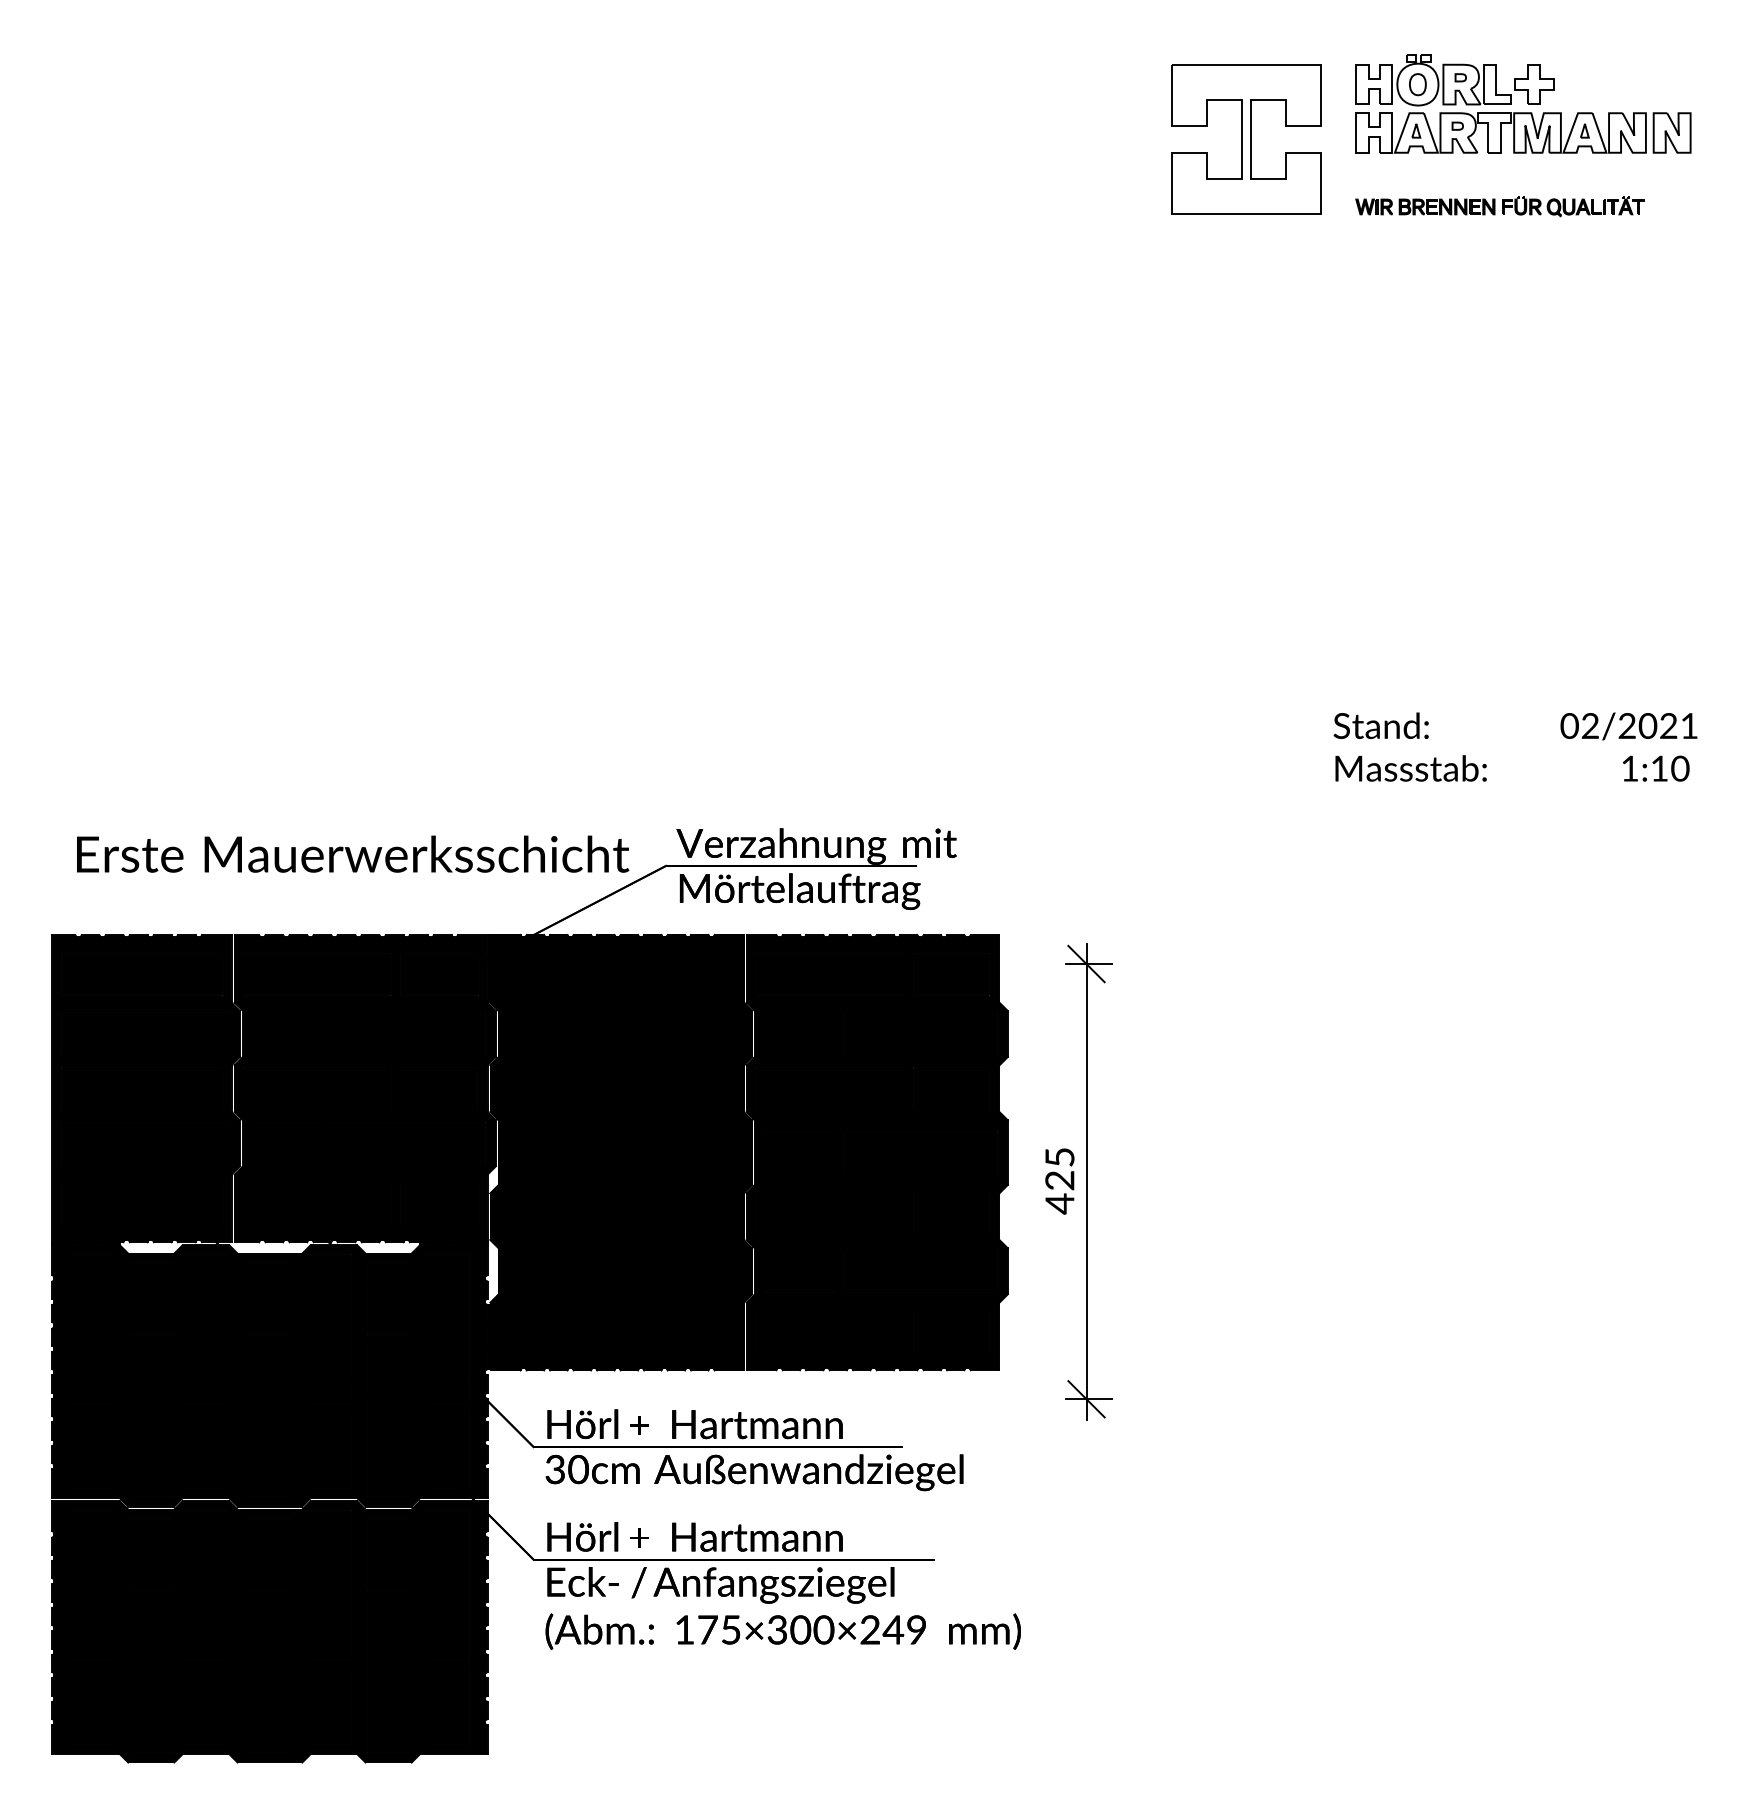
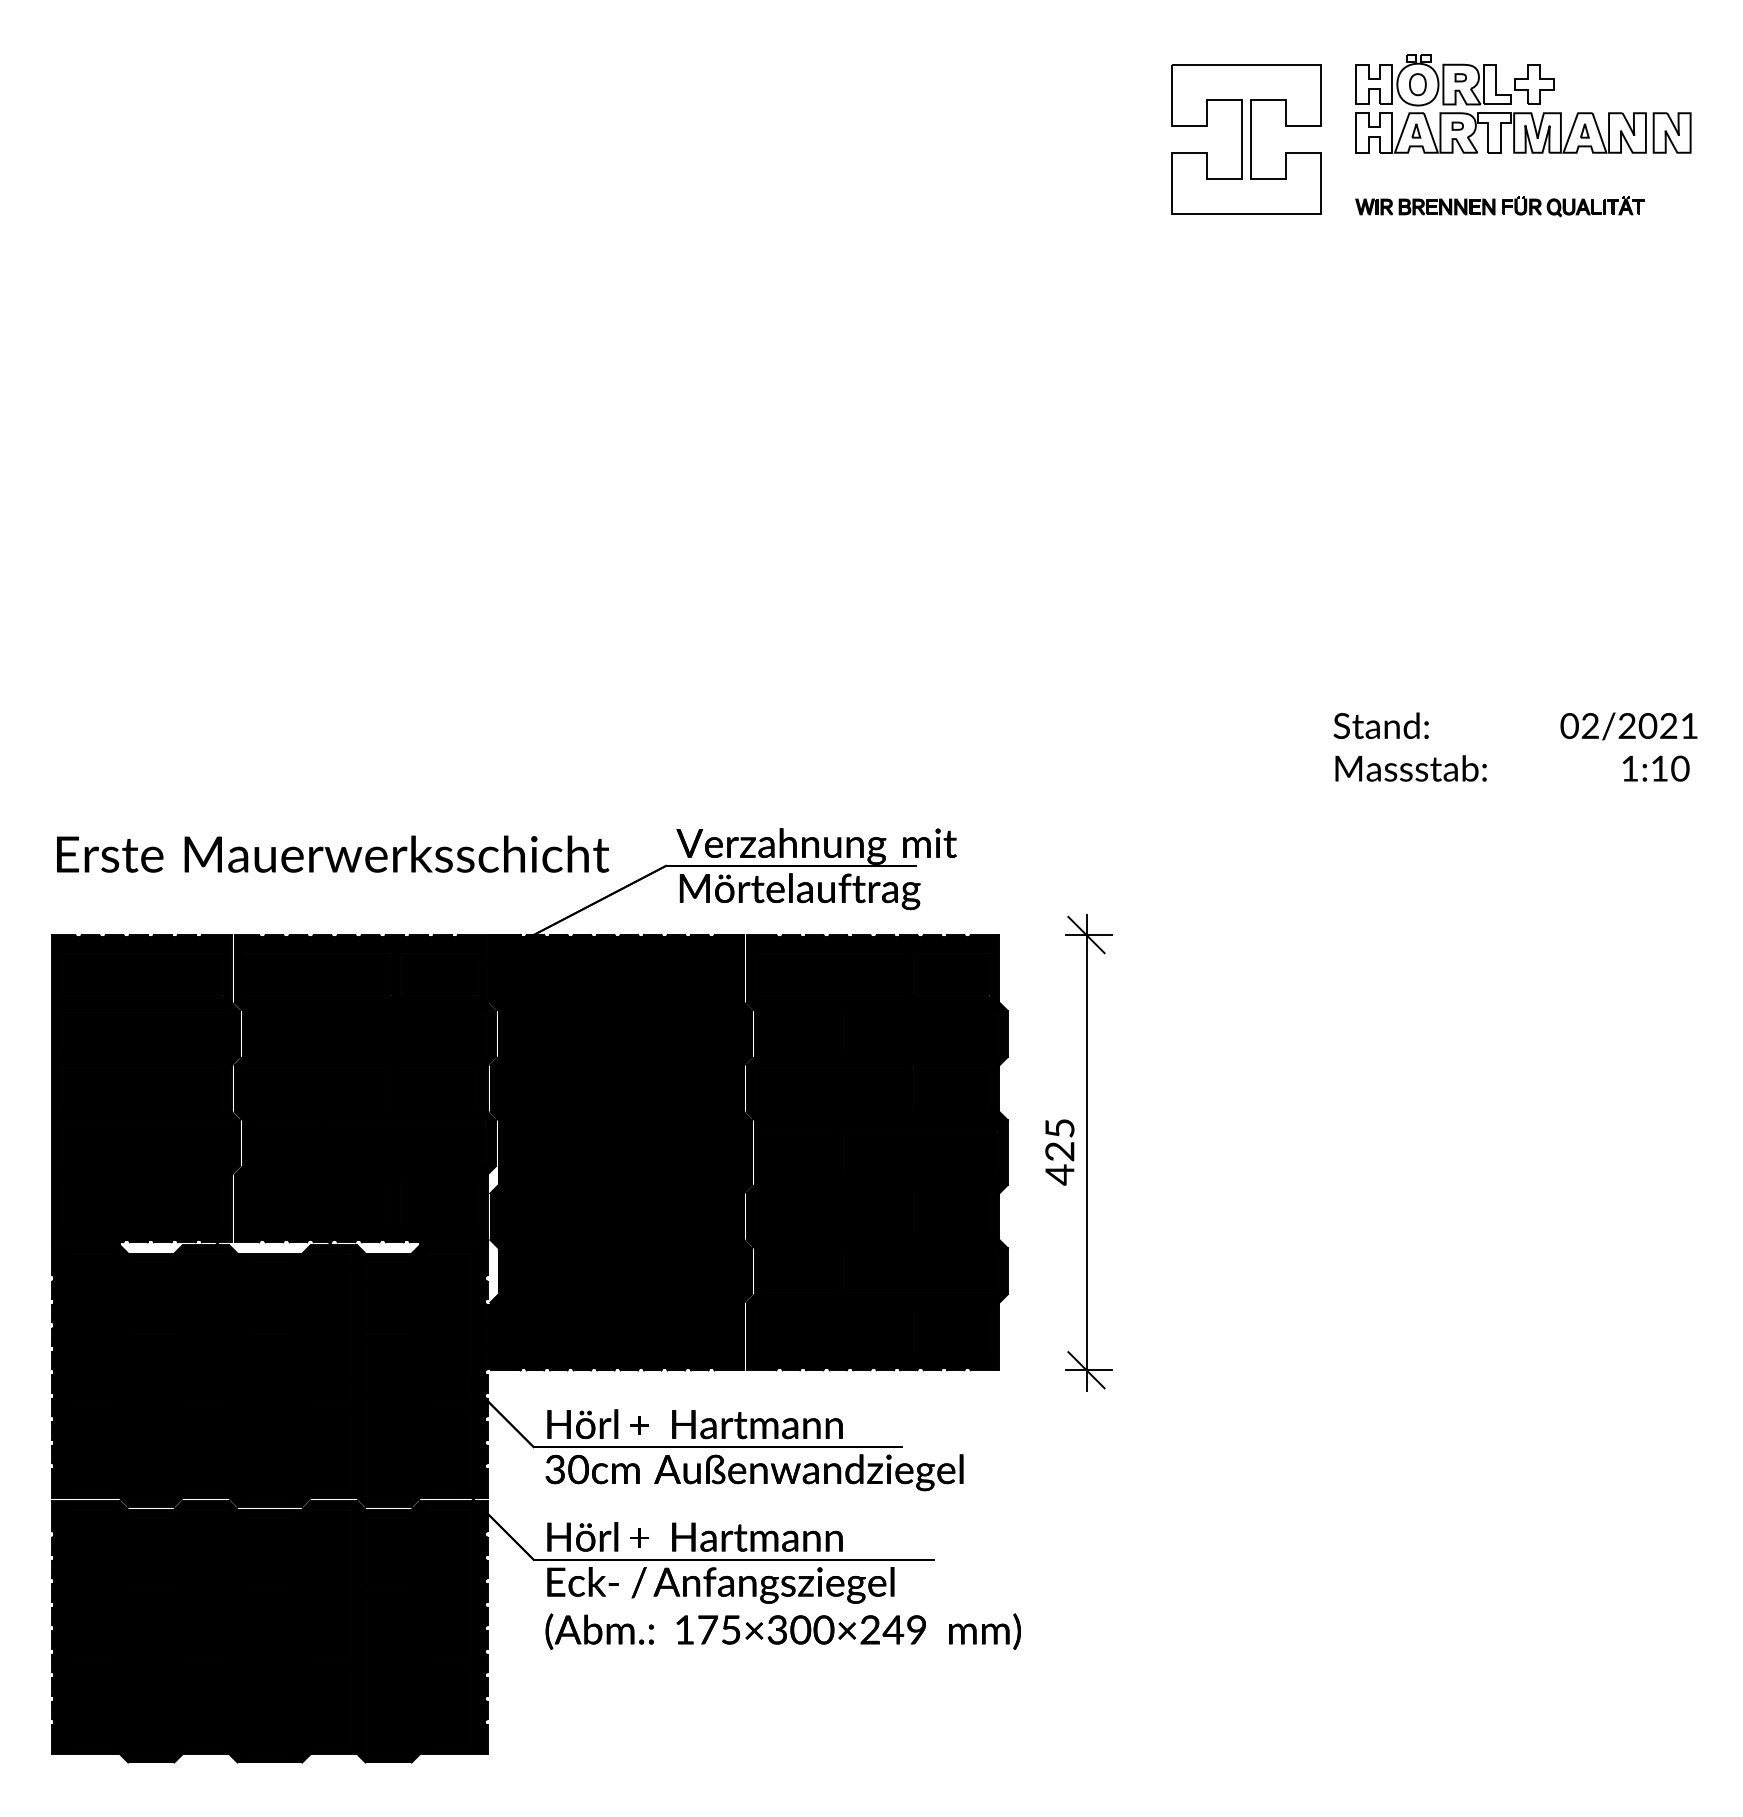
text at (353, 853) position: (353, 853) -> (333, 853)
part at (1078, 1181) position: (1078, 1181) -> (1078, 1152)
